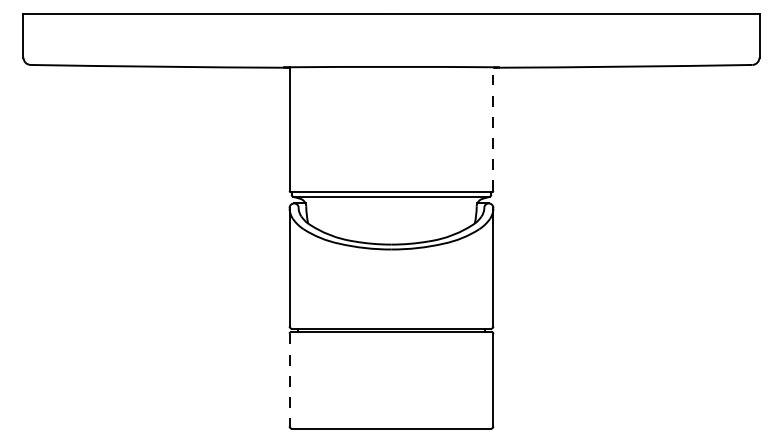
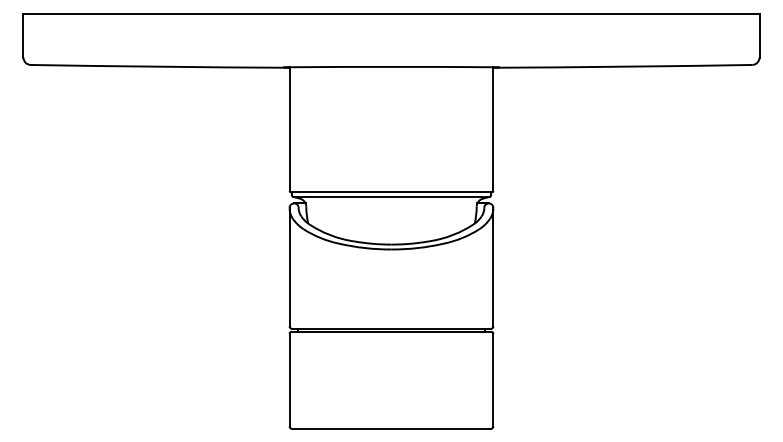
line at (493, 129): dashed -> solid
line at (289, 380): dashed -> solid
